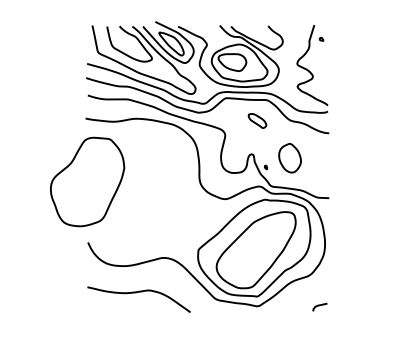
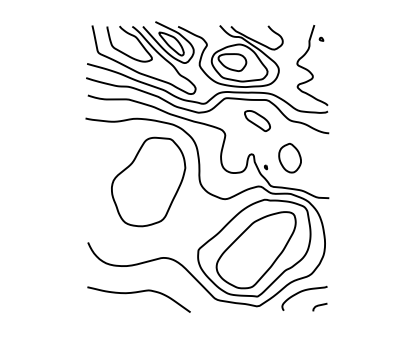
part at (257, 120) size: 21x16 px -> 27x22 px
part at (87, 181) position: (87, 181) -> (148, 181)
curve at (301, 292): none -> present
